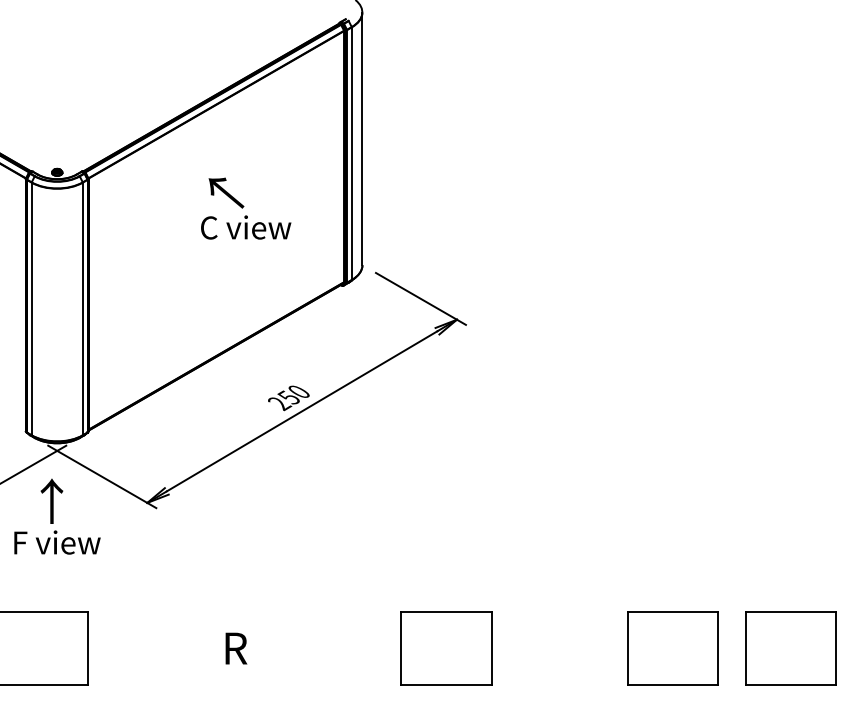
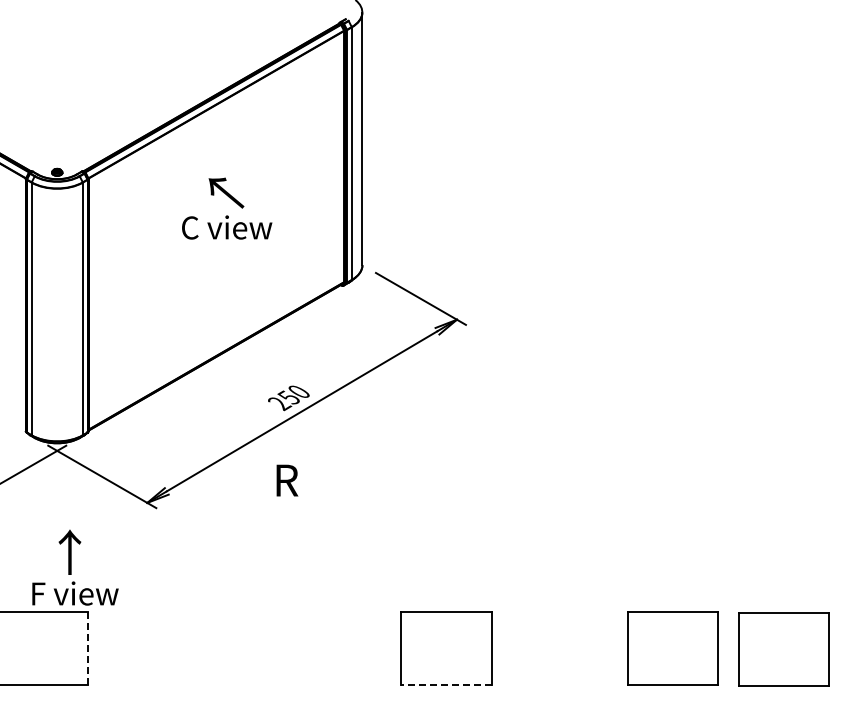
text at (246, 227) position: (246, 227) -> (227, 227)
text at (57, 516) position: (57, 516) -> (75, 567)
text at (236, 648) position: (236, 648) -> (287, 480)
part at (790, 648) position: (790, 648) -> (783, 649)
line at (88, 649): solid -> dashed
line at (446, 684): solid -> dashed
